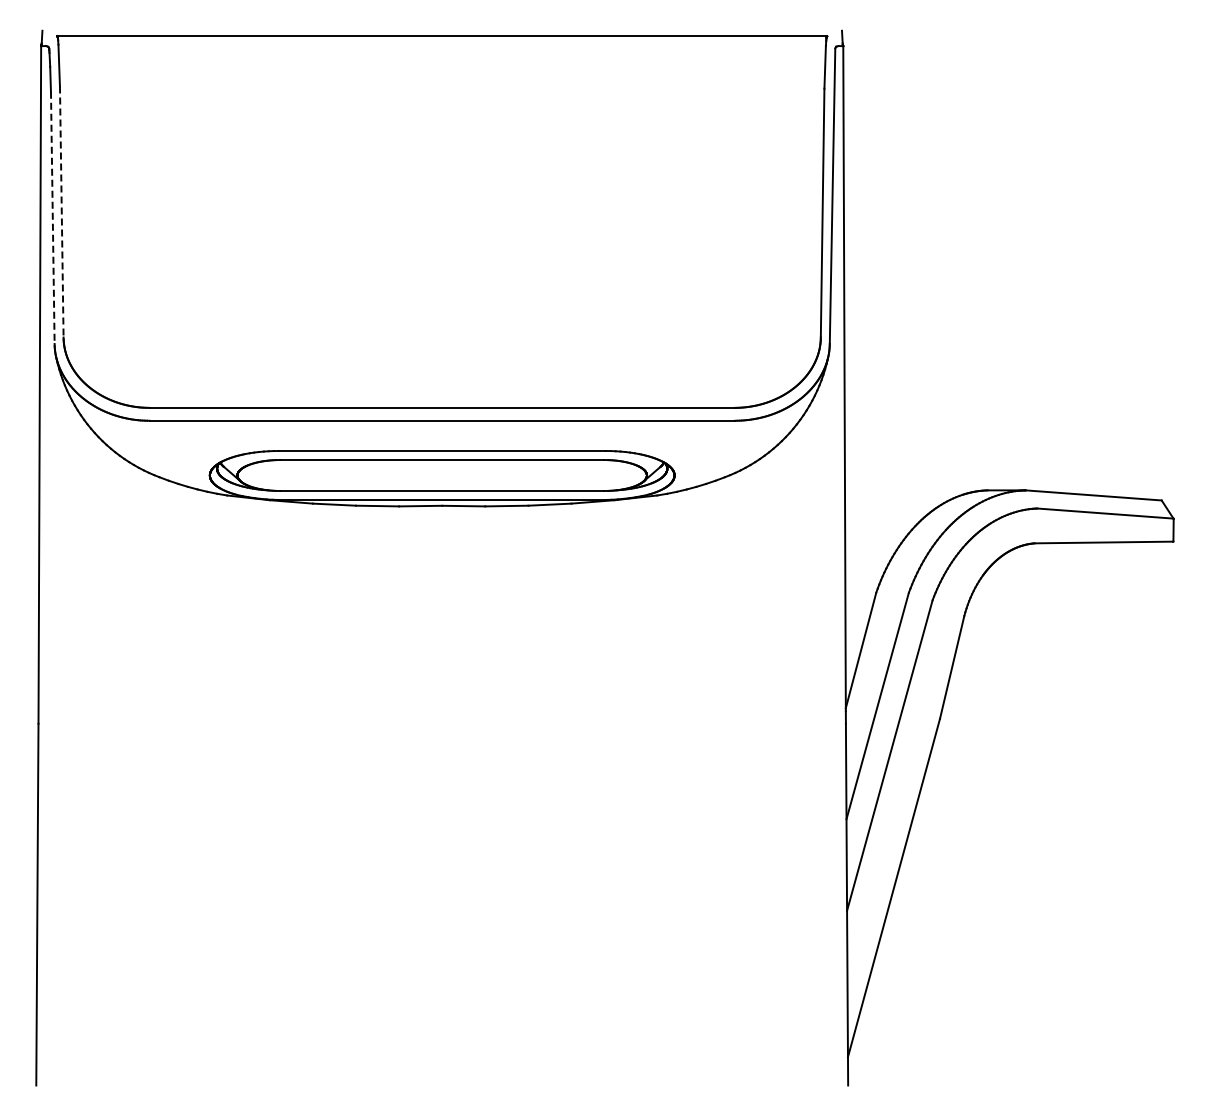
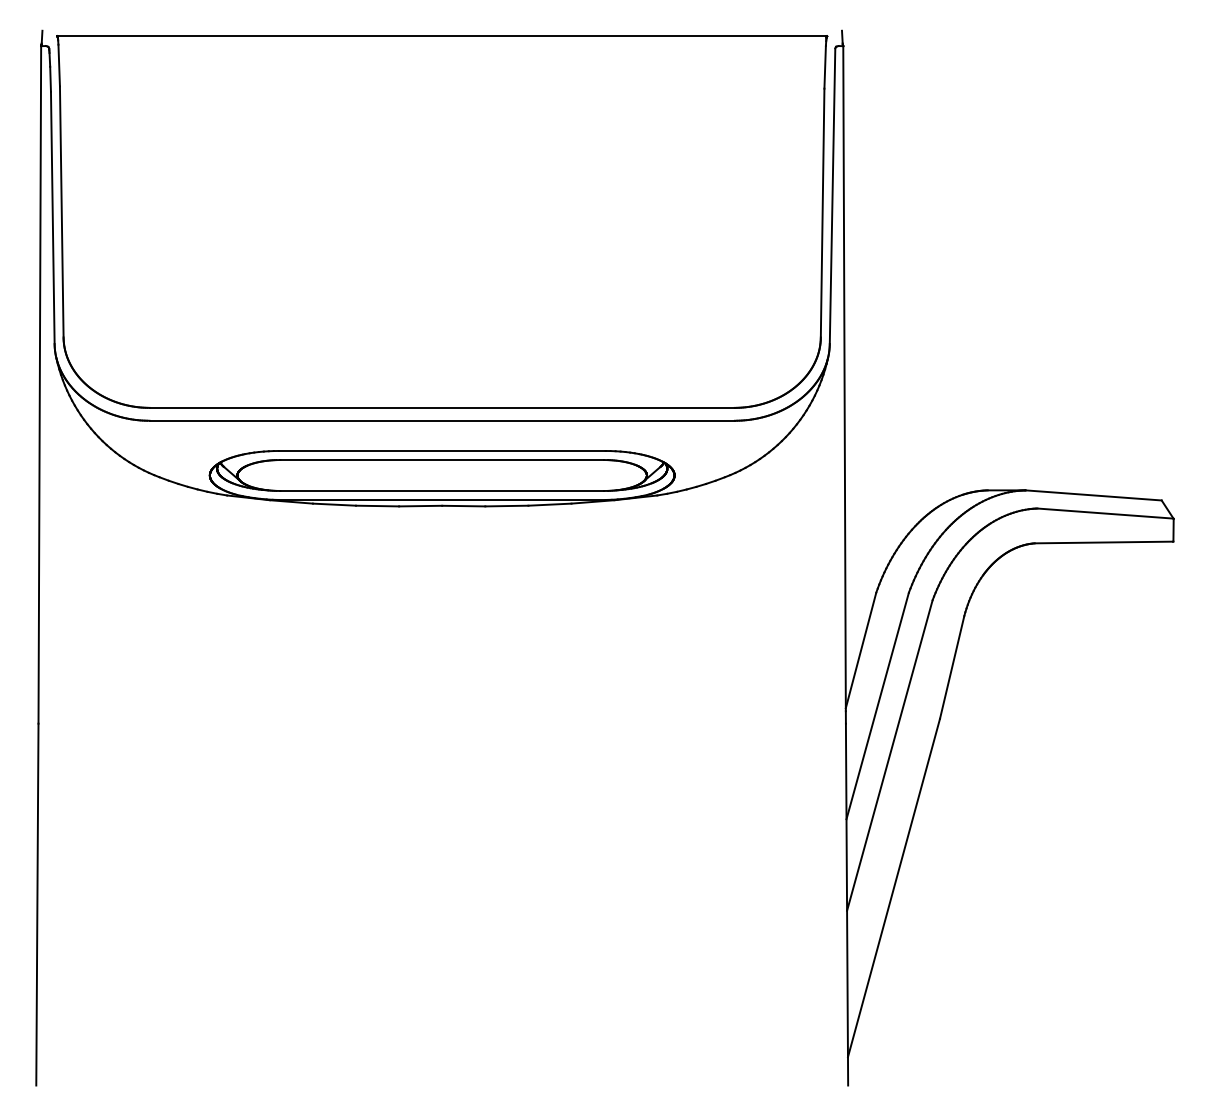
line at (61, 212): dashed -> solid
line at (52, 218): dashed -> solid
